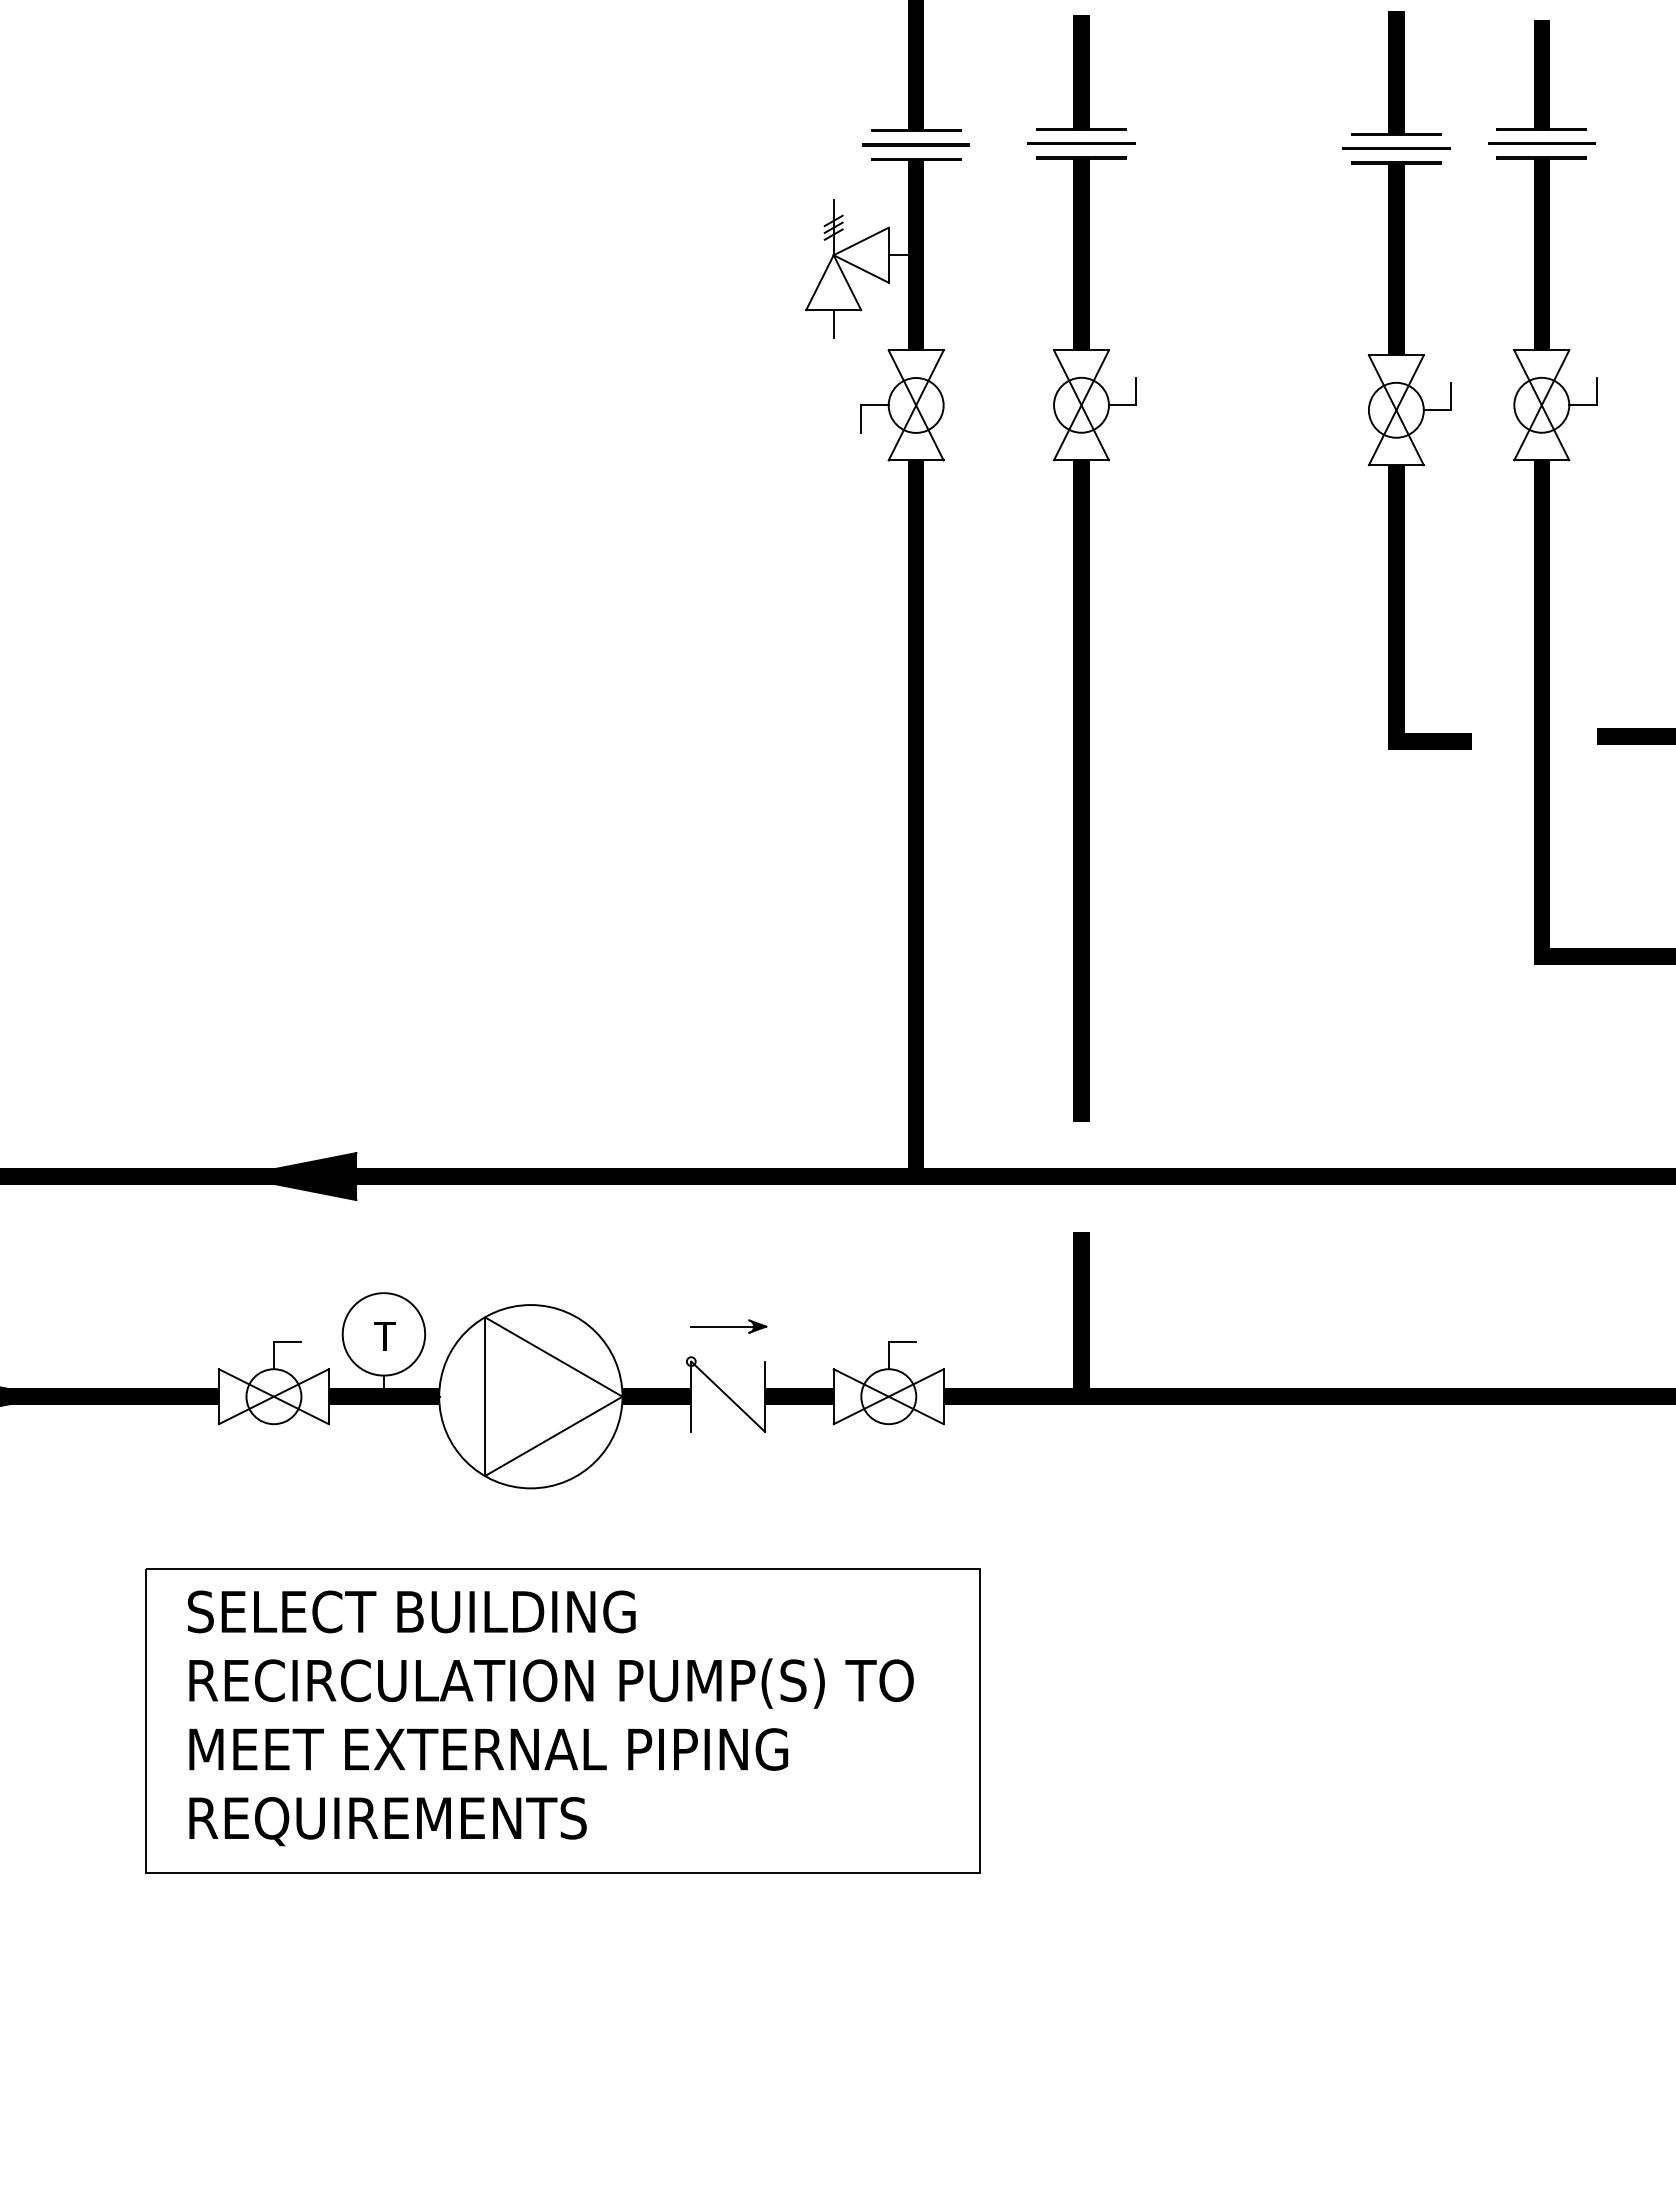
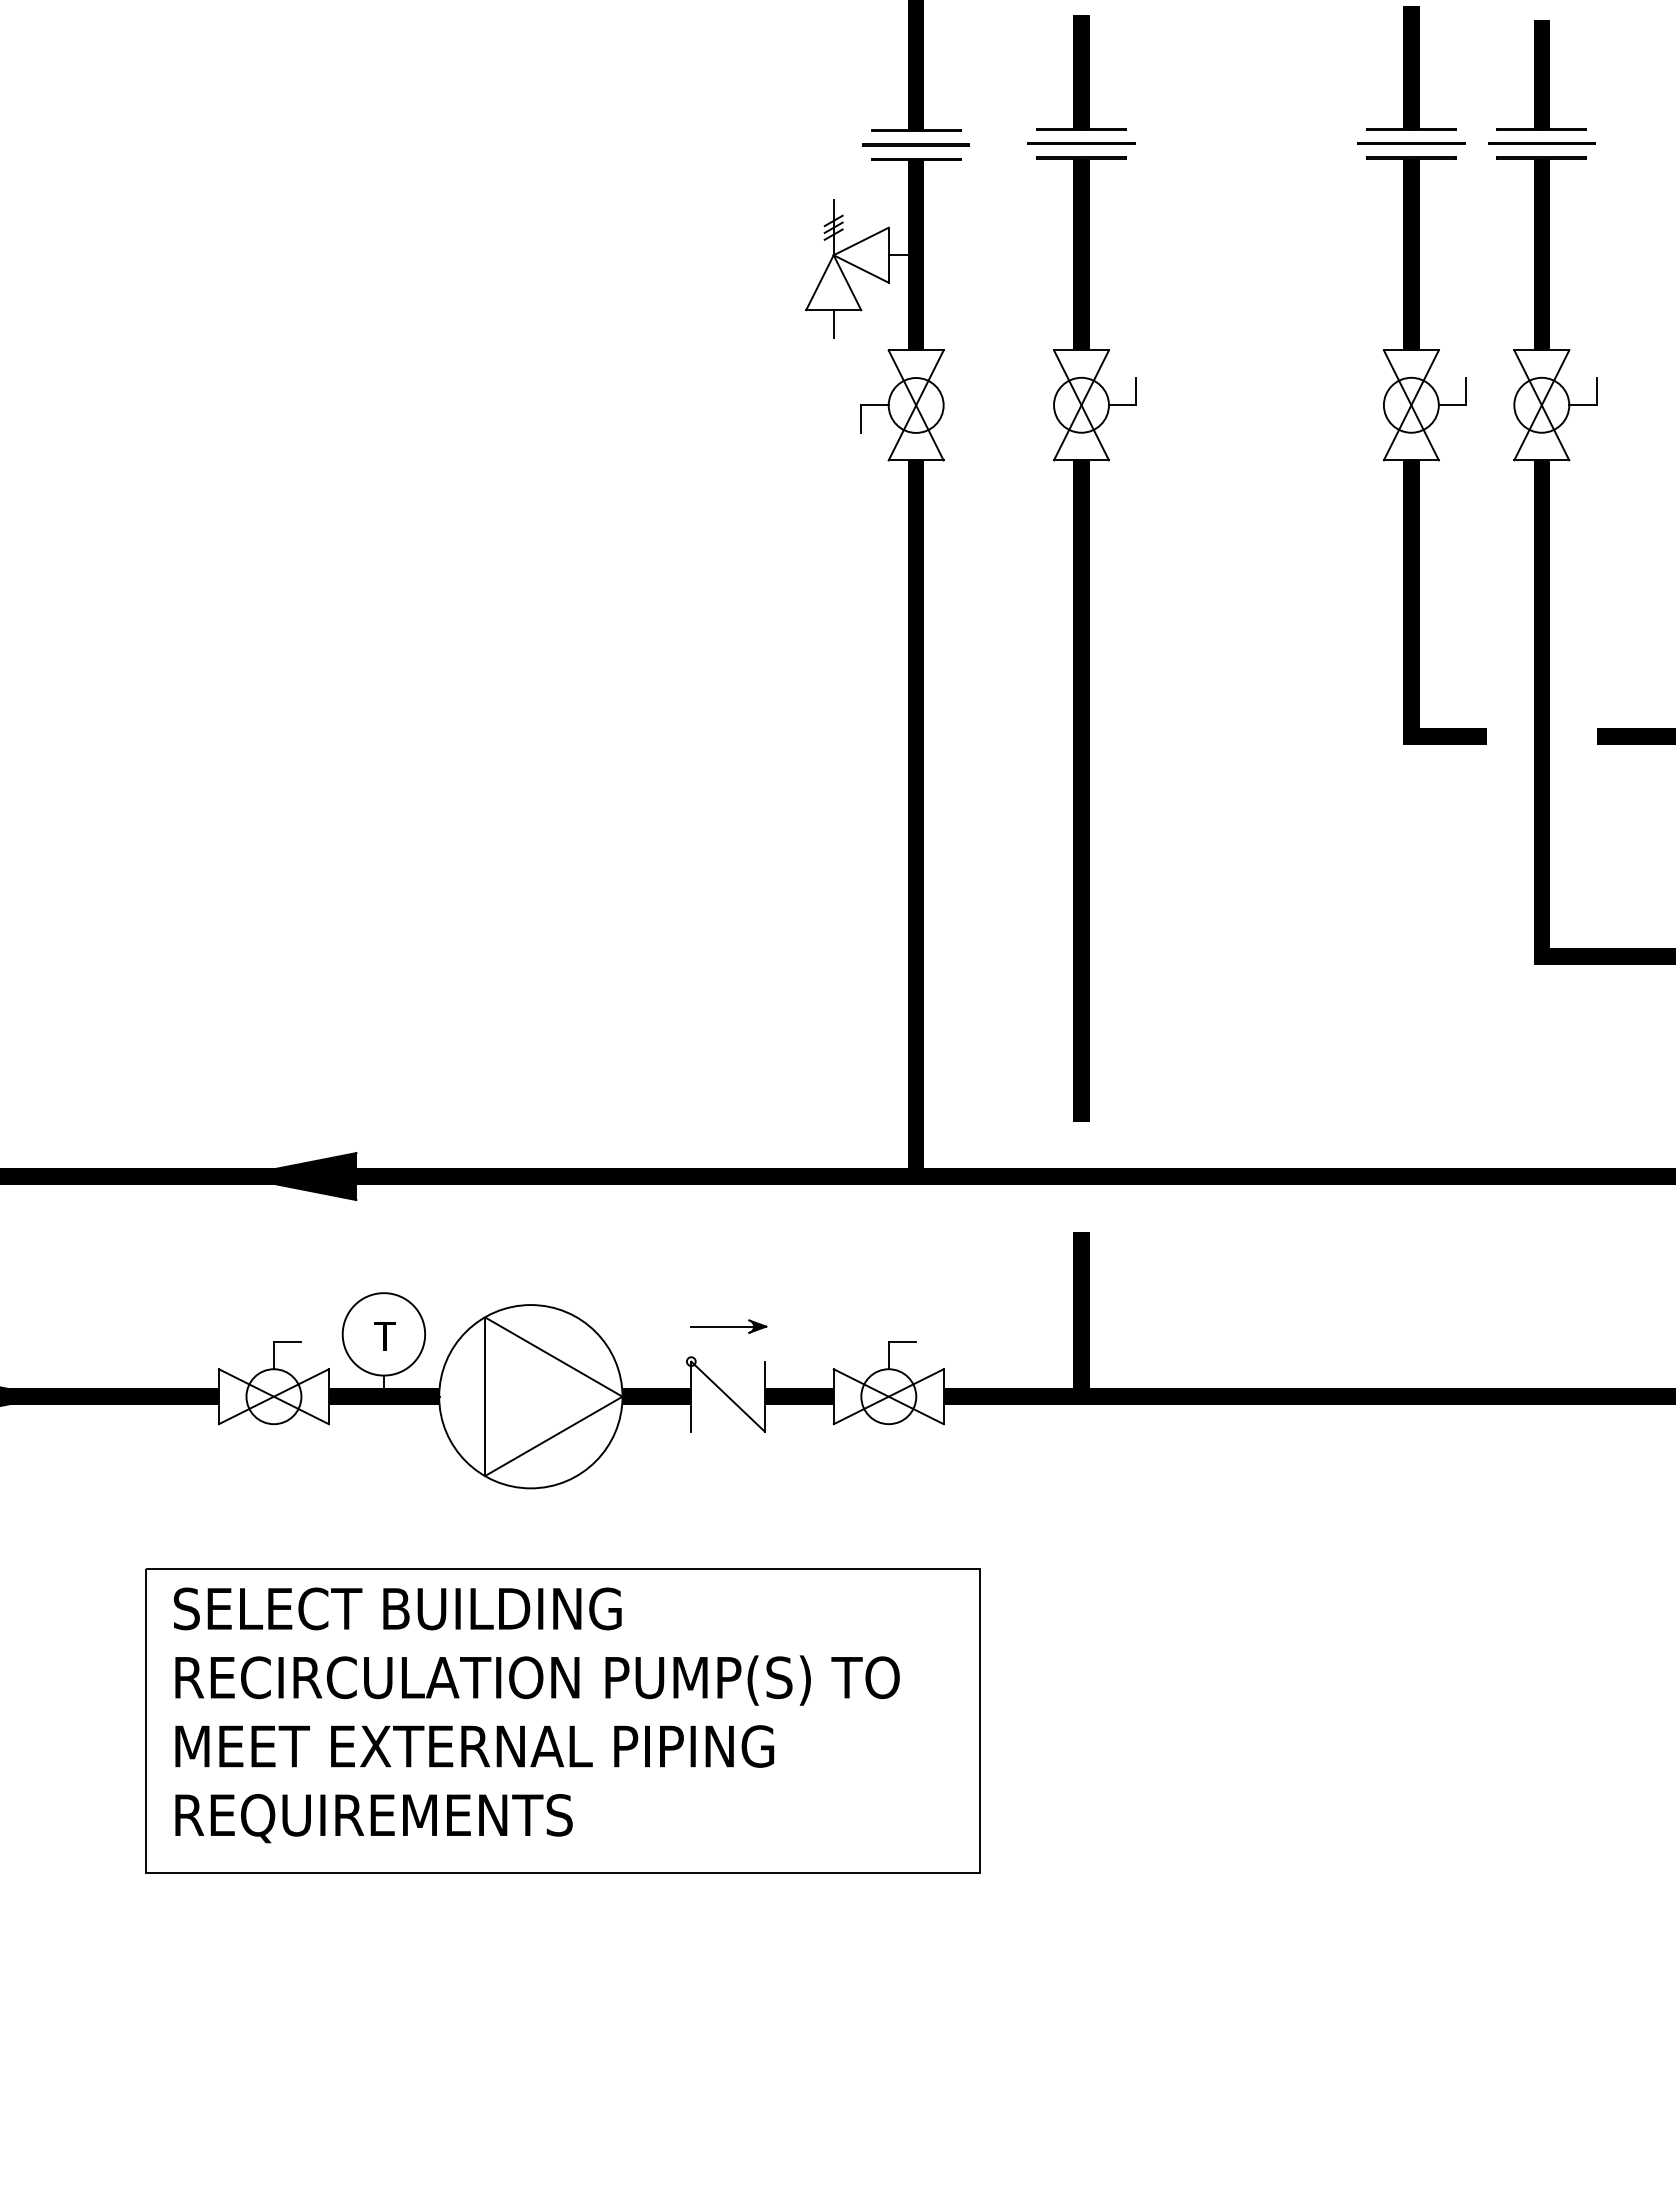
part at (1406, 380) position: (1406, 380) -> (1421, 375)
text at (550, 1718) position: (550, 1718) -> (536, 1715)
